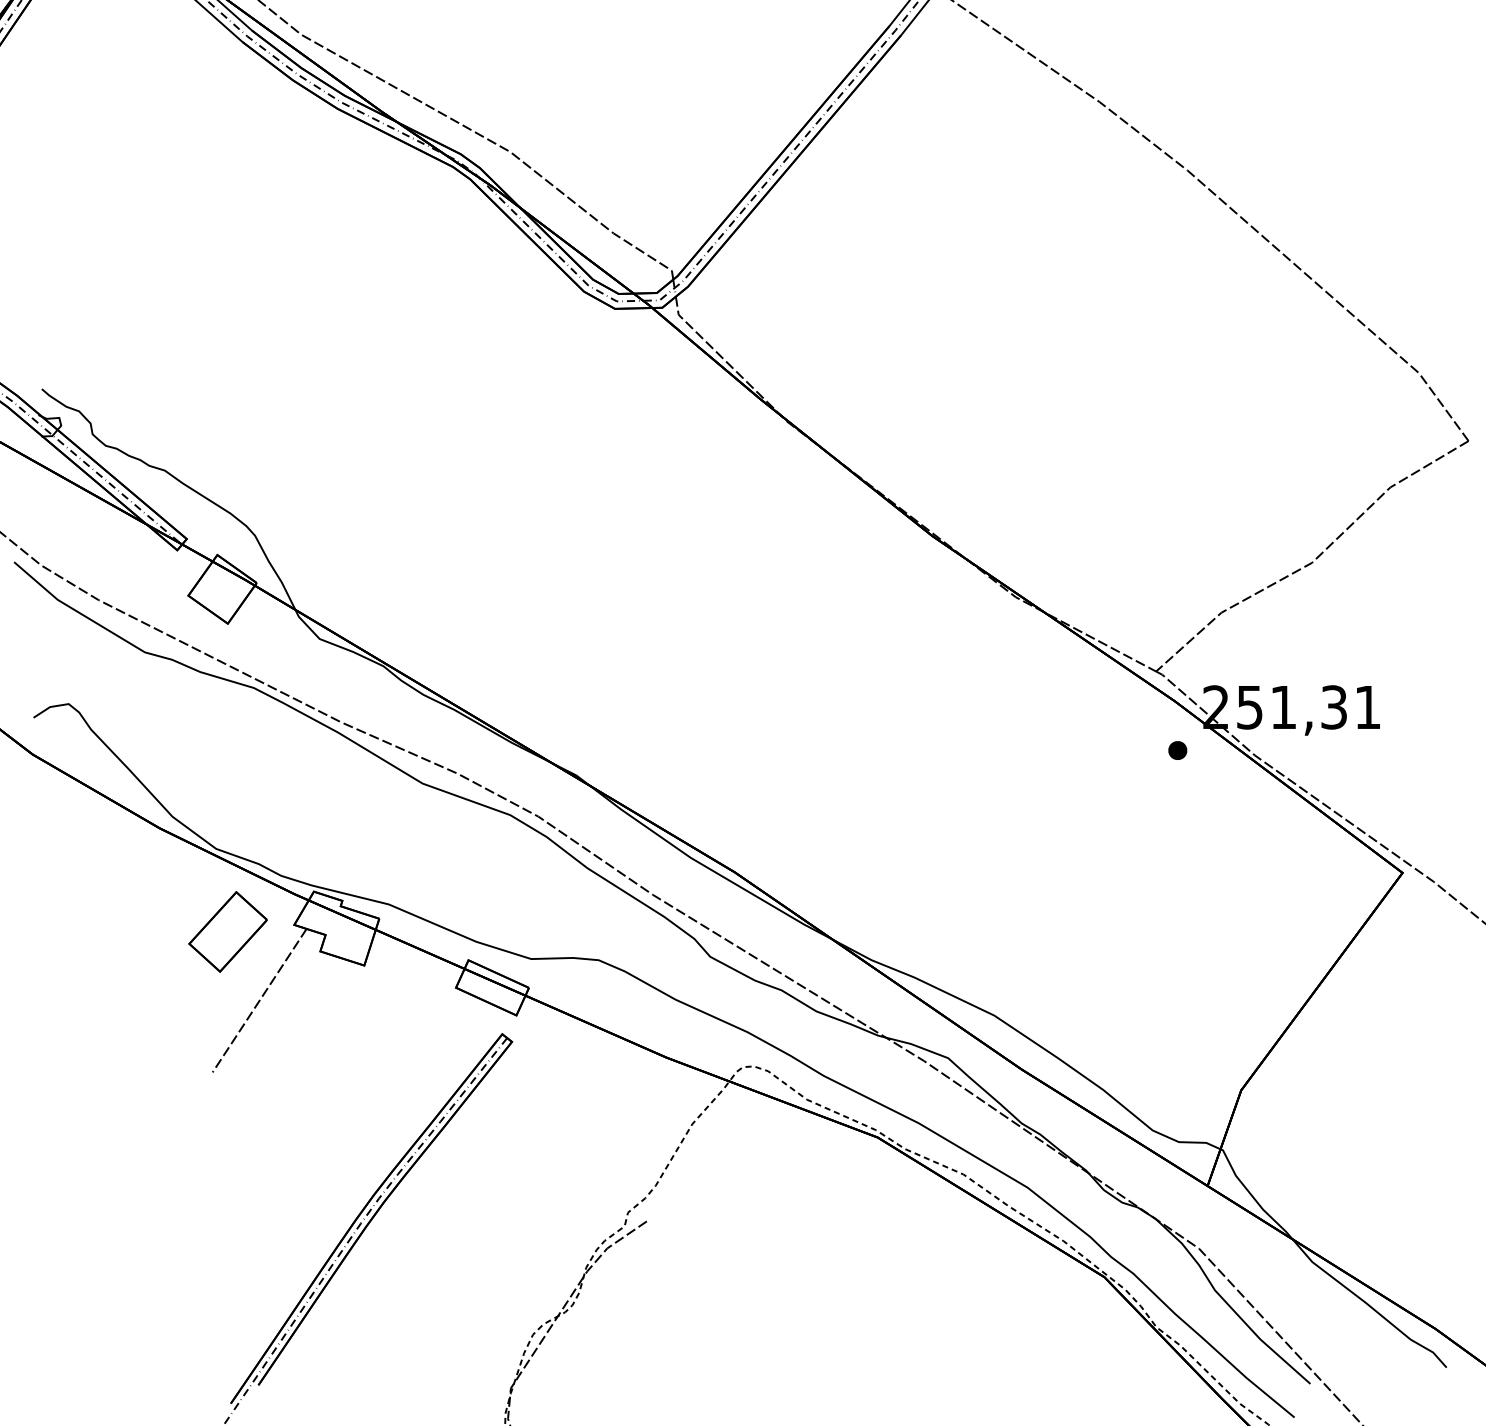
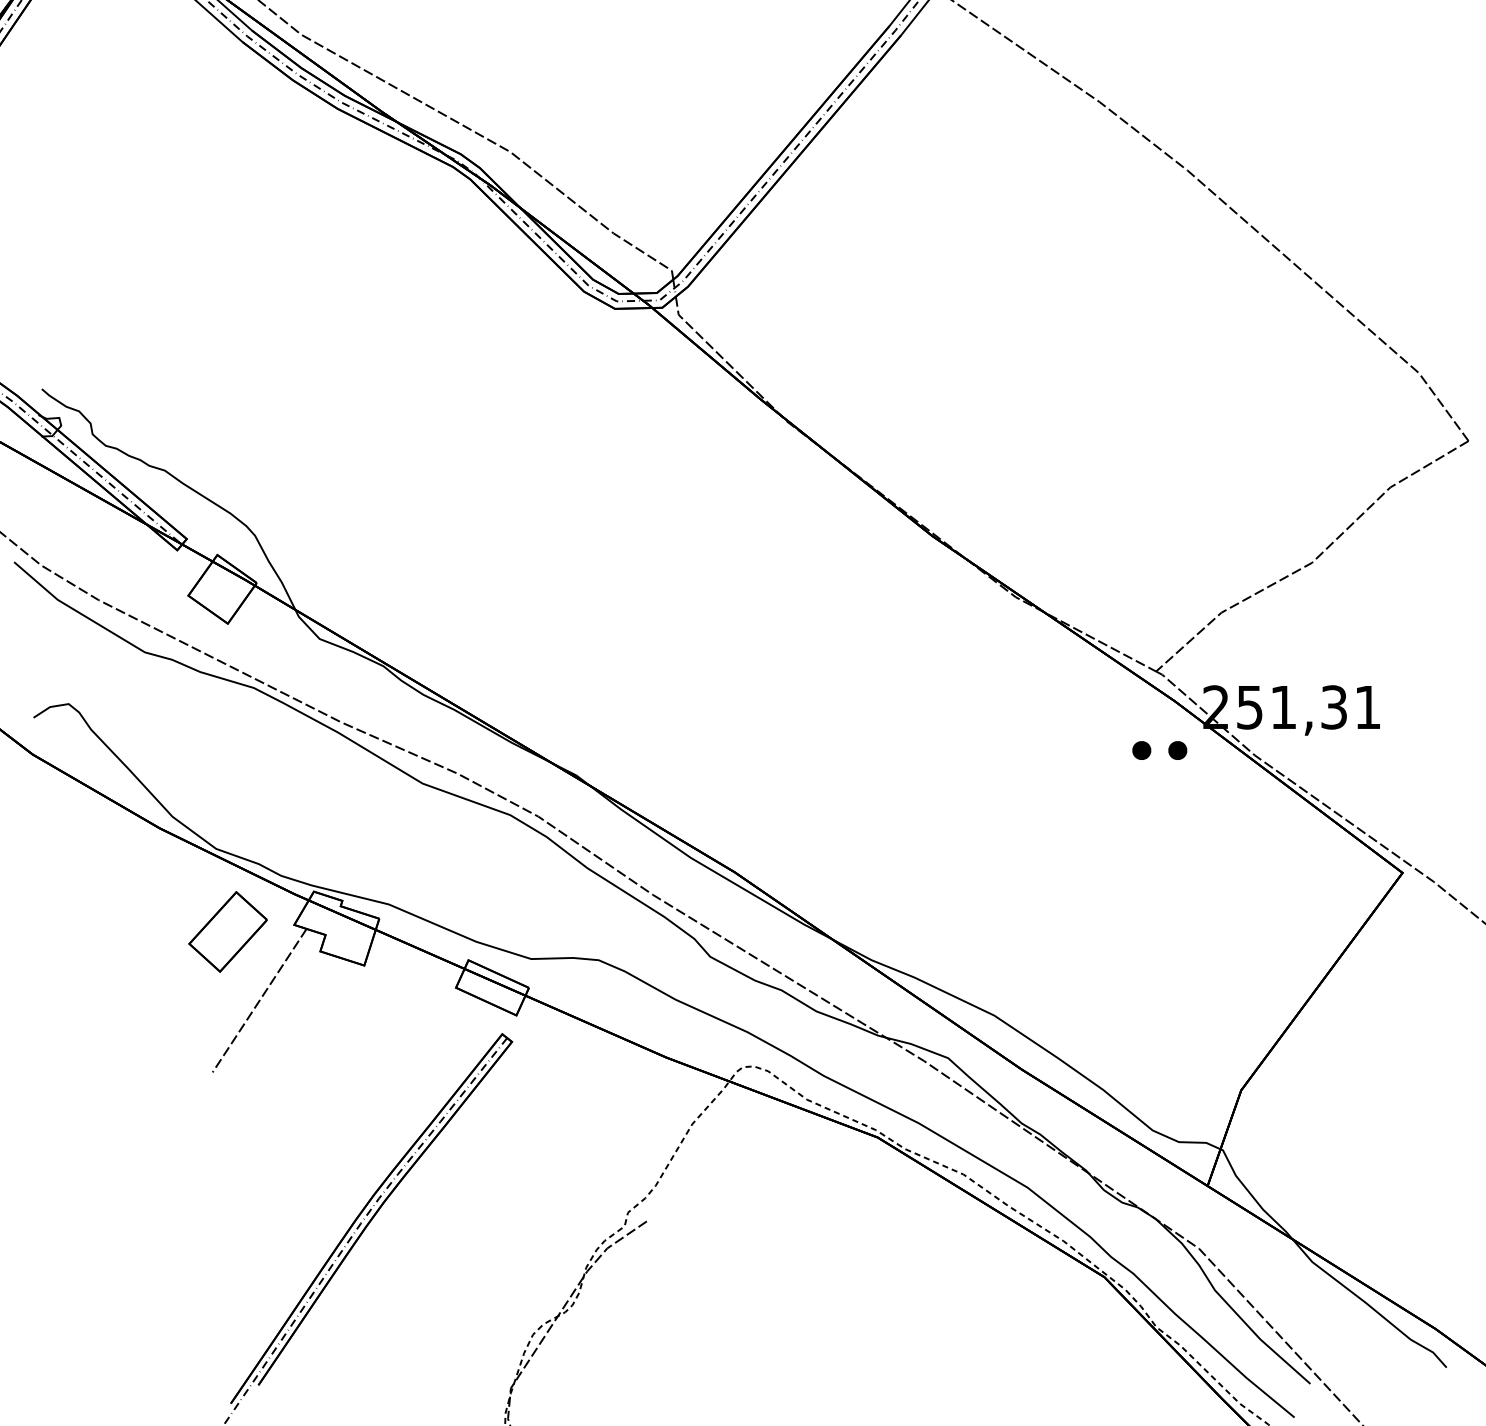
part at (1141, 750): none -> present
